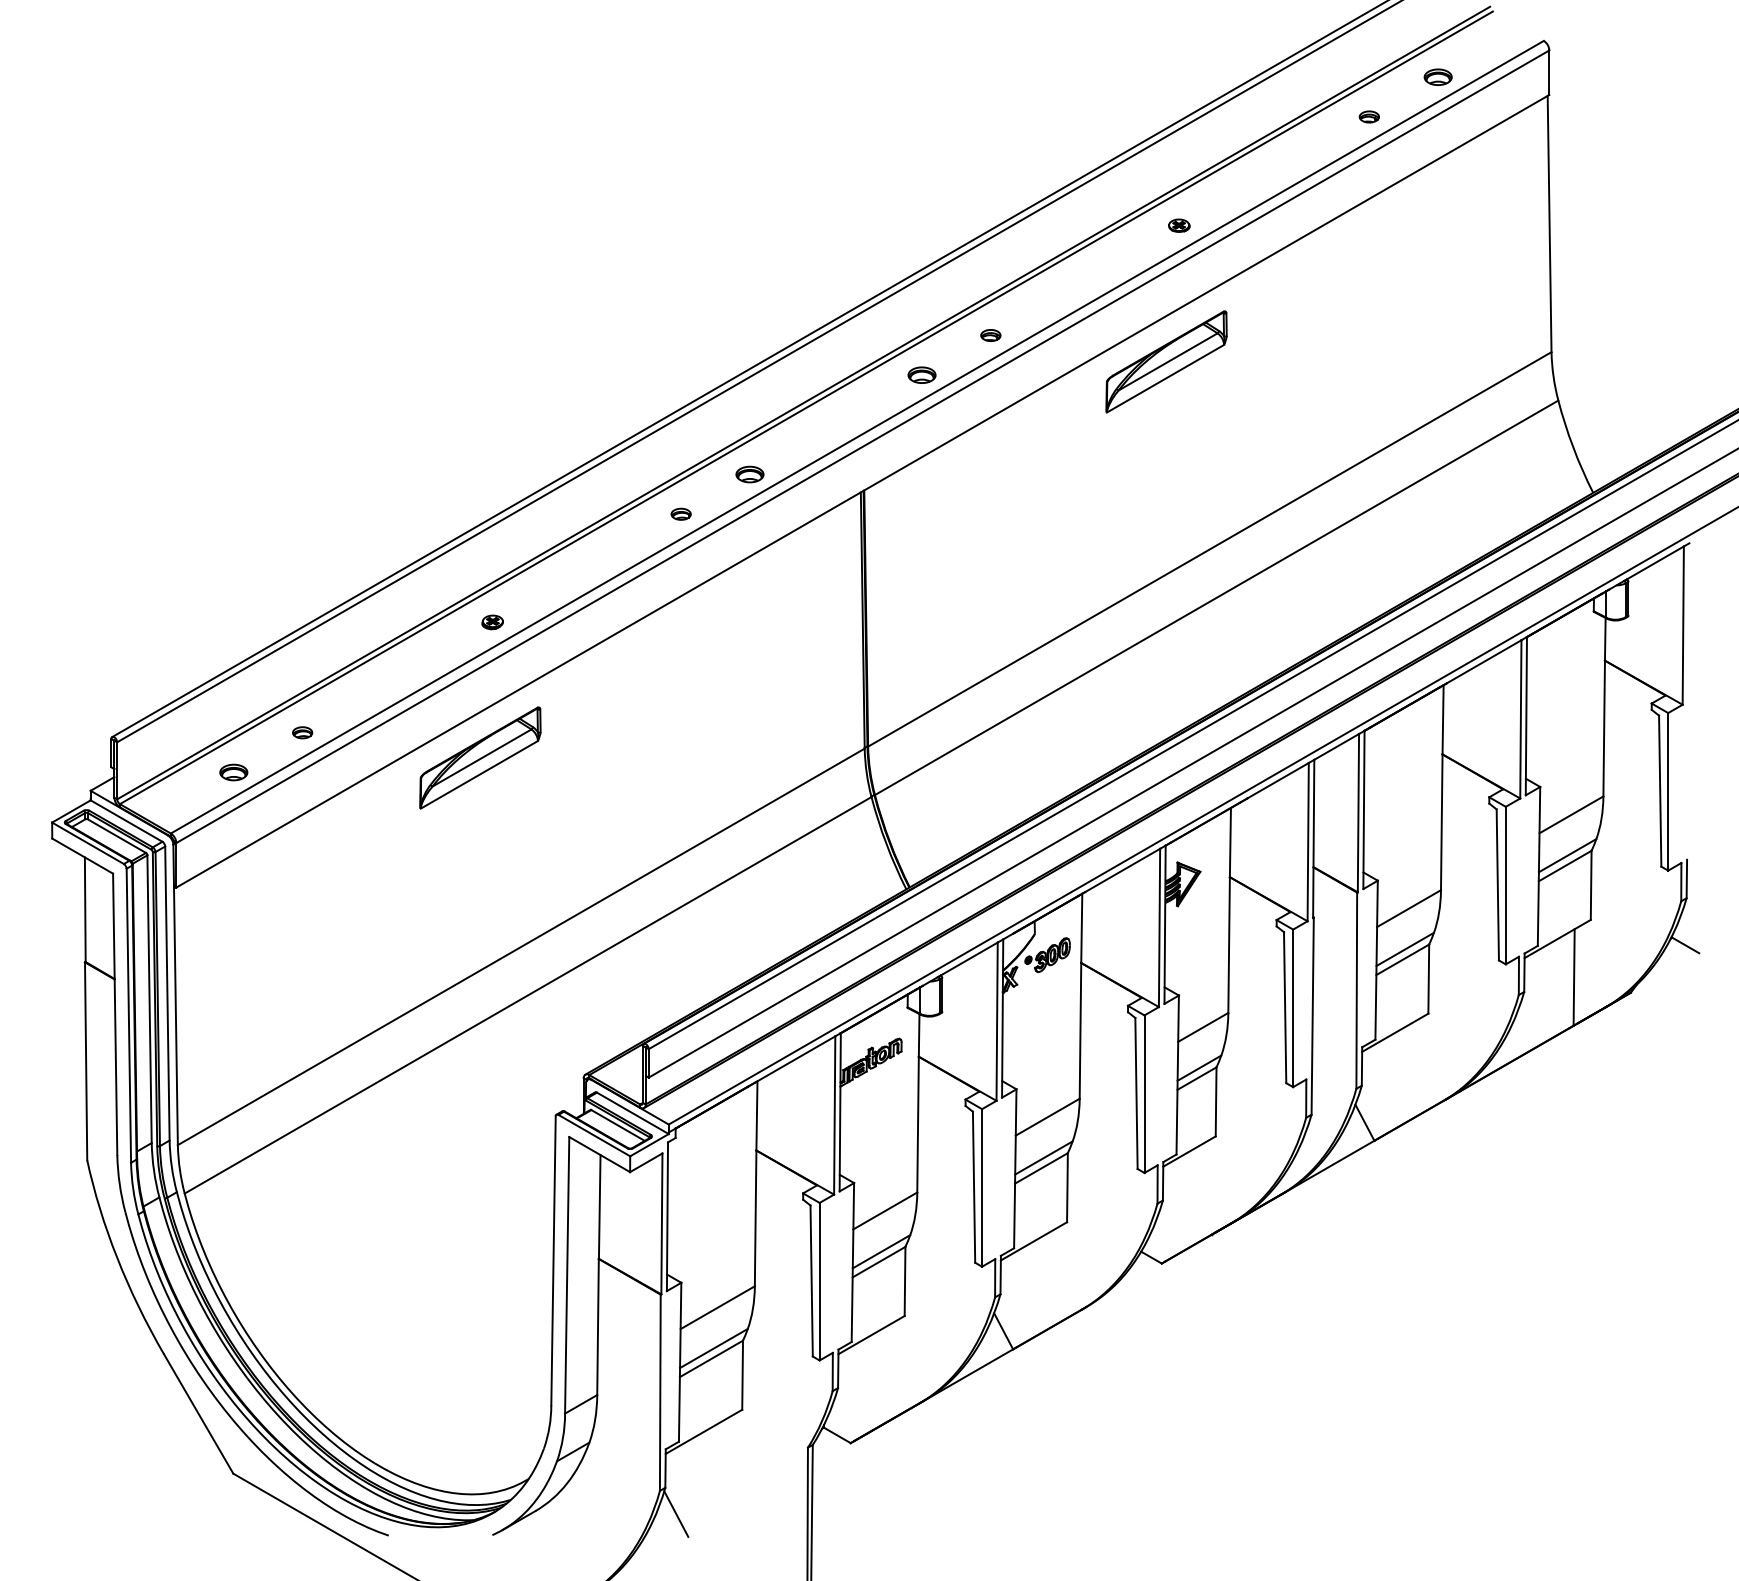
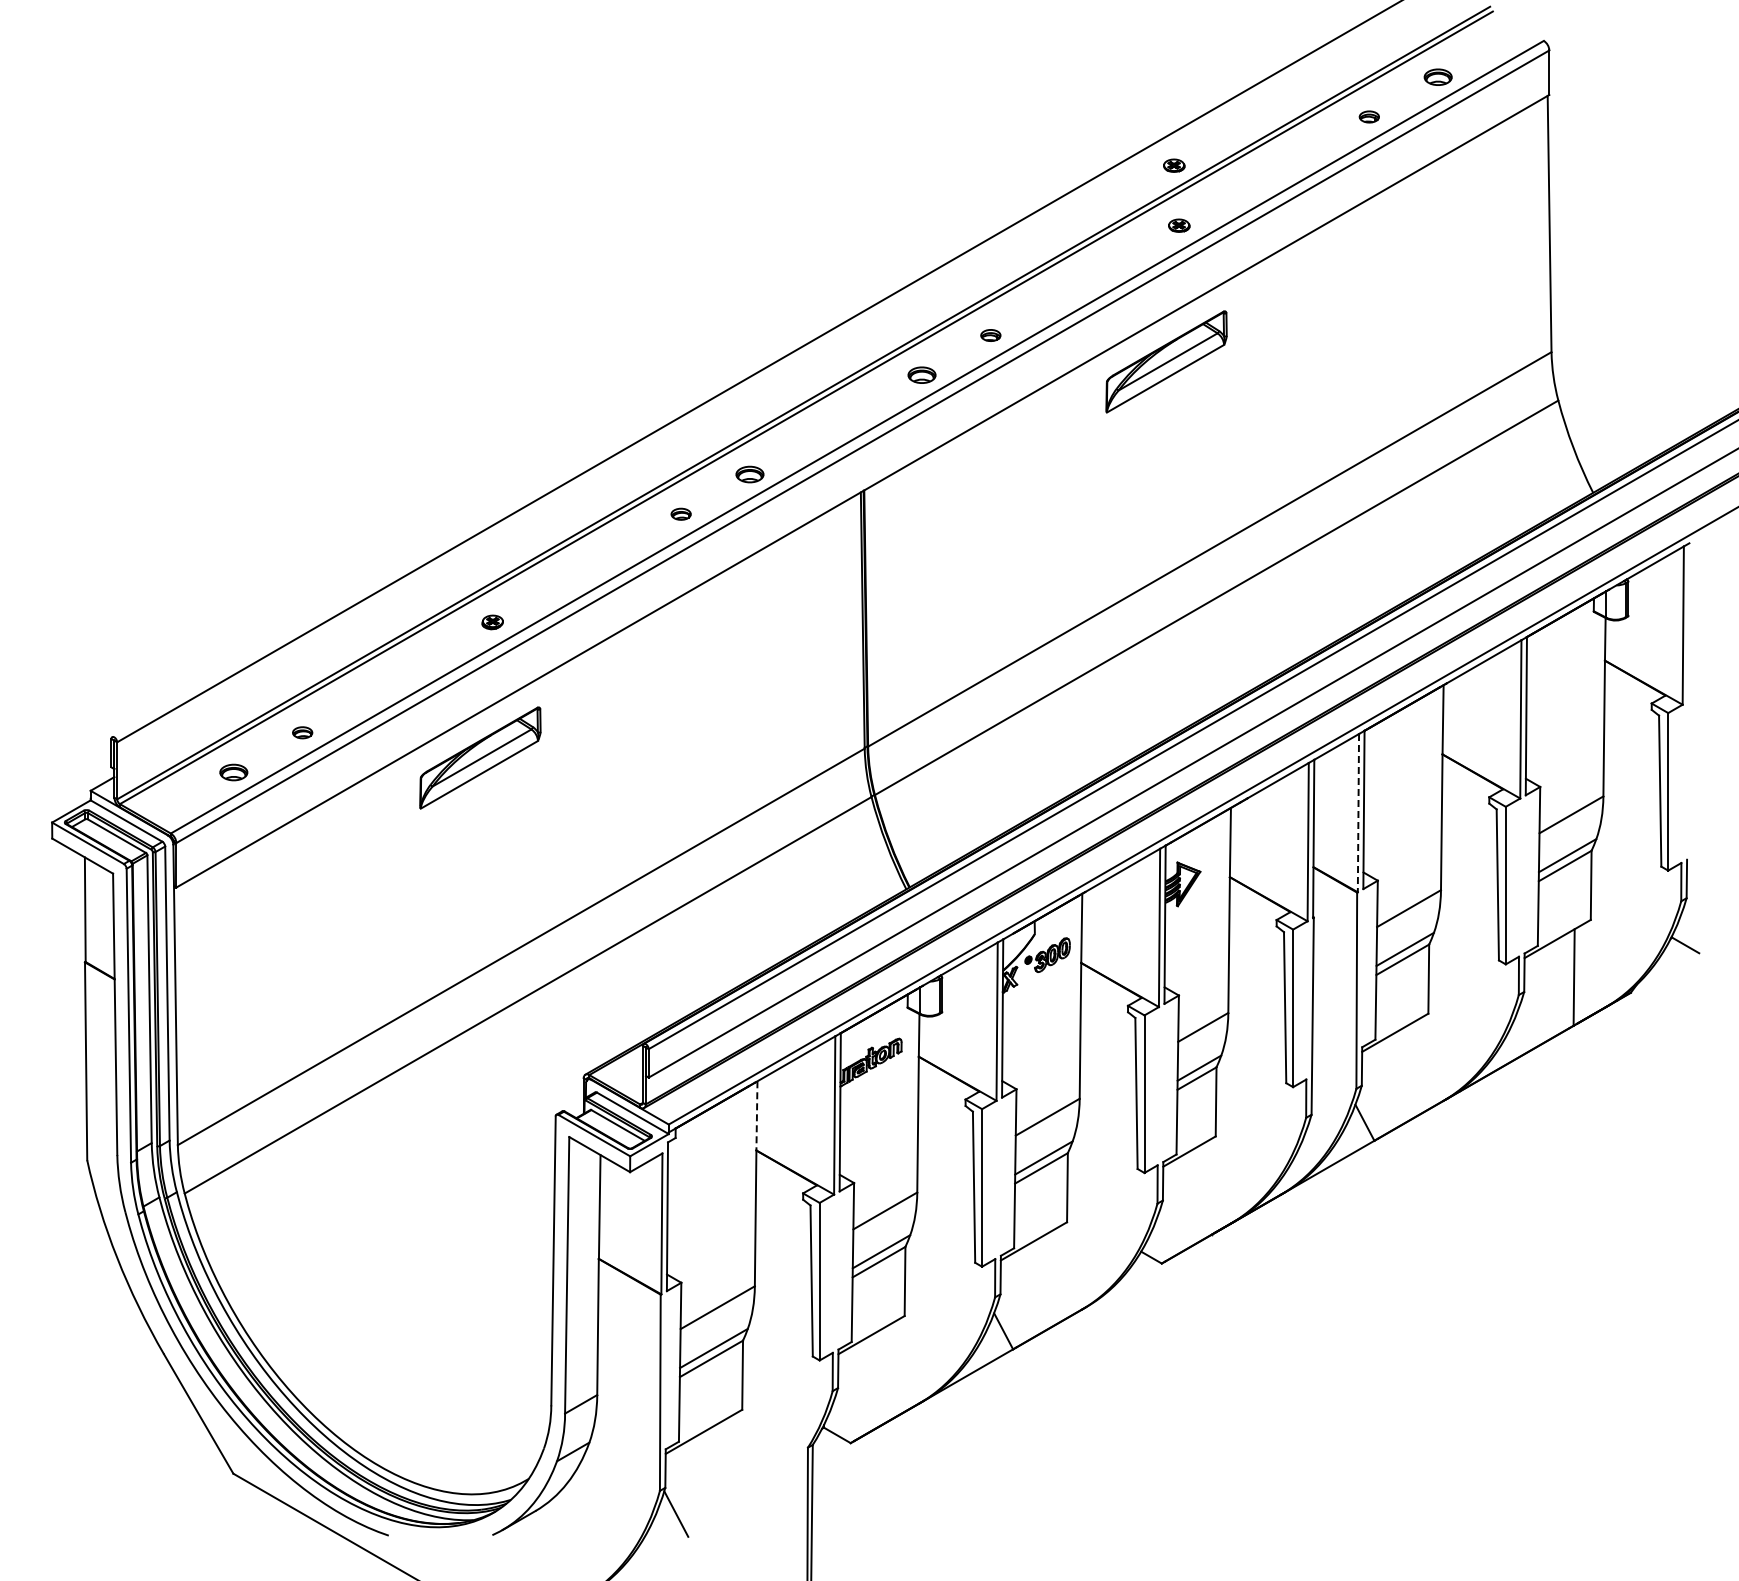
part at (1174, 165): none -> present
line at (748, 369): present -> none
line at (1358, 813): solid -> dashed
line at (756, 1115): solid -> dashed
